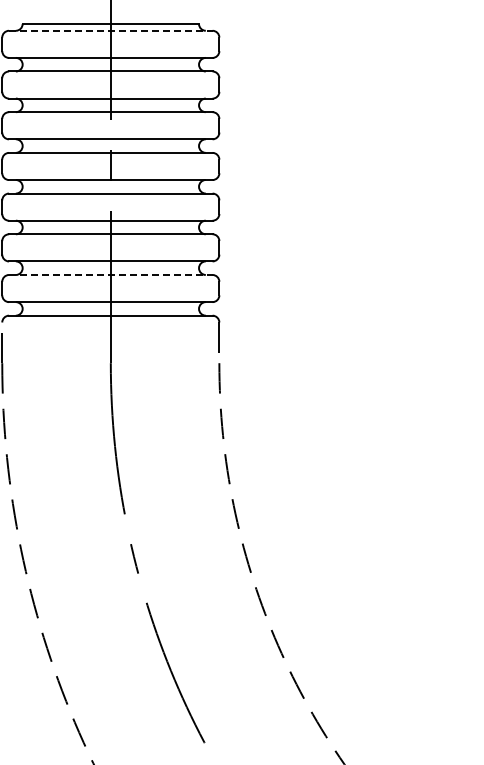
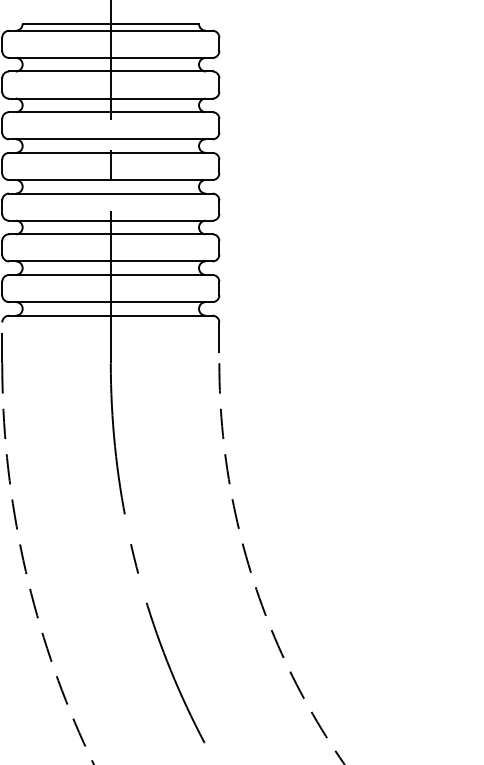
line at (110, 30): dashed -> solid
line at (110, 274): dashed -> solid
